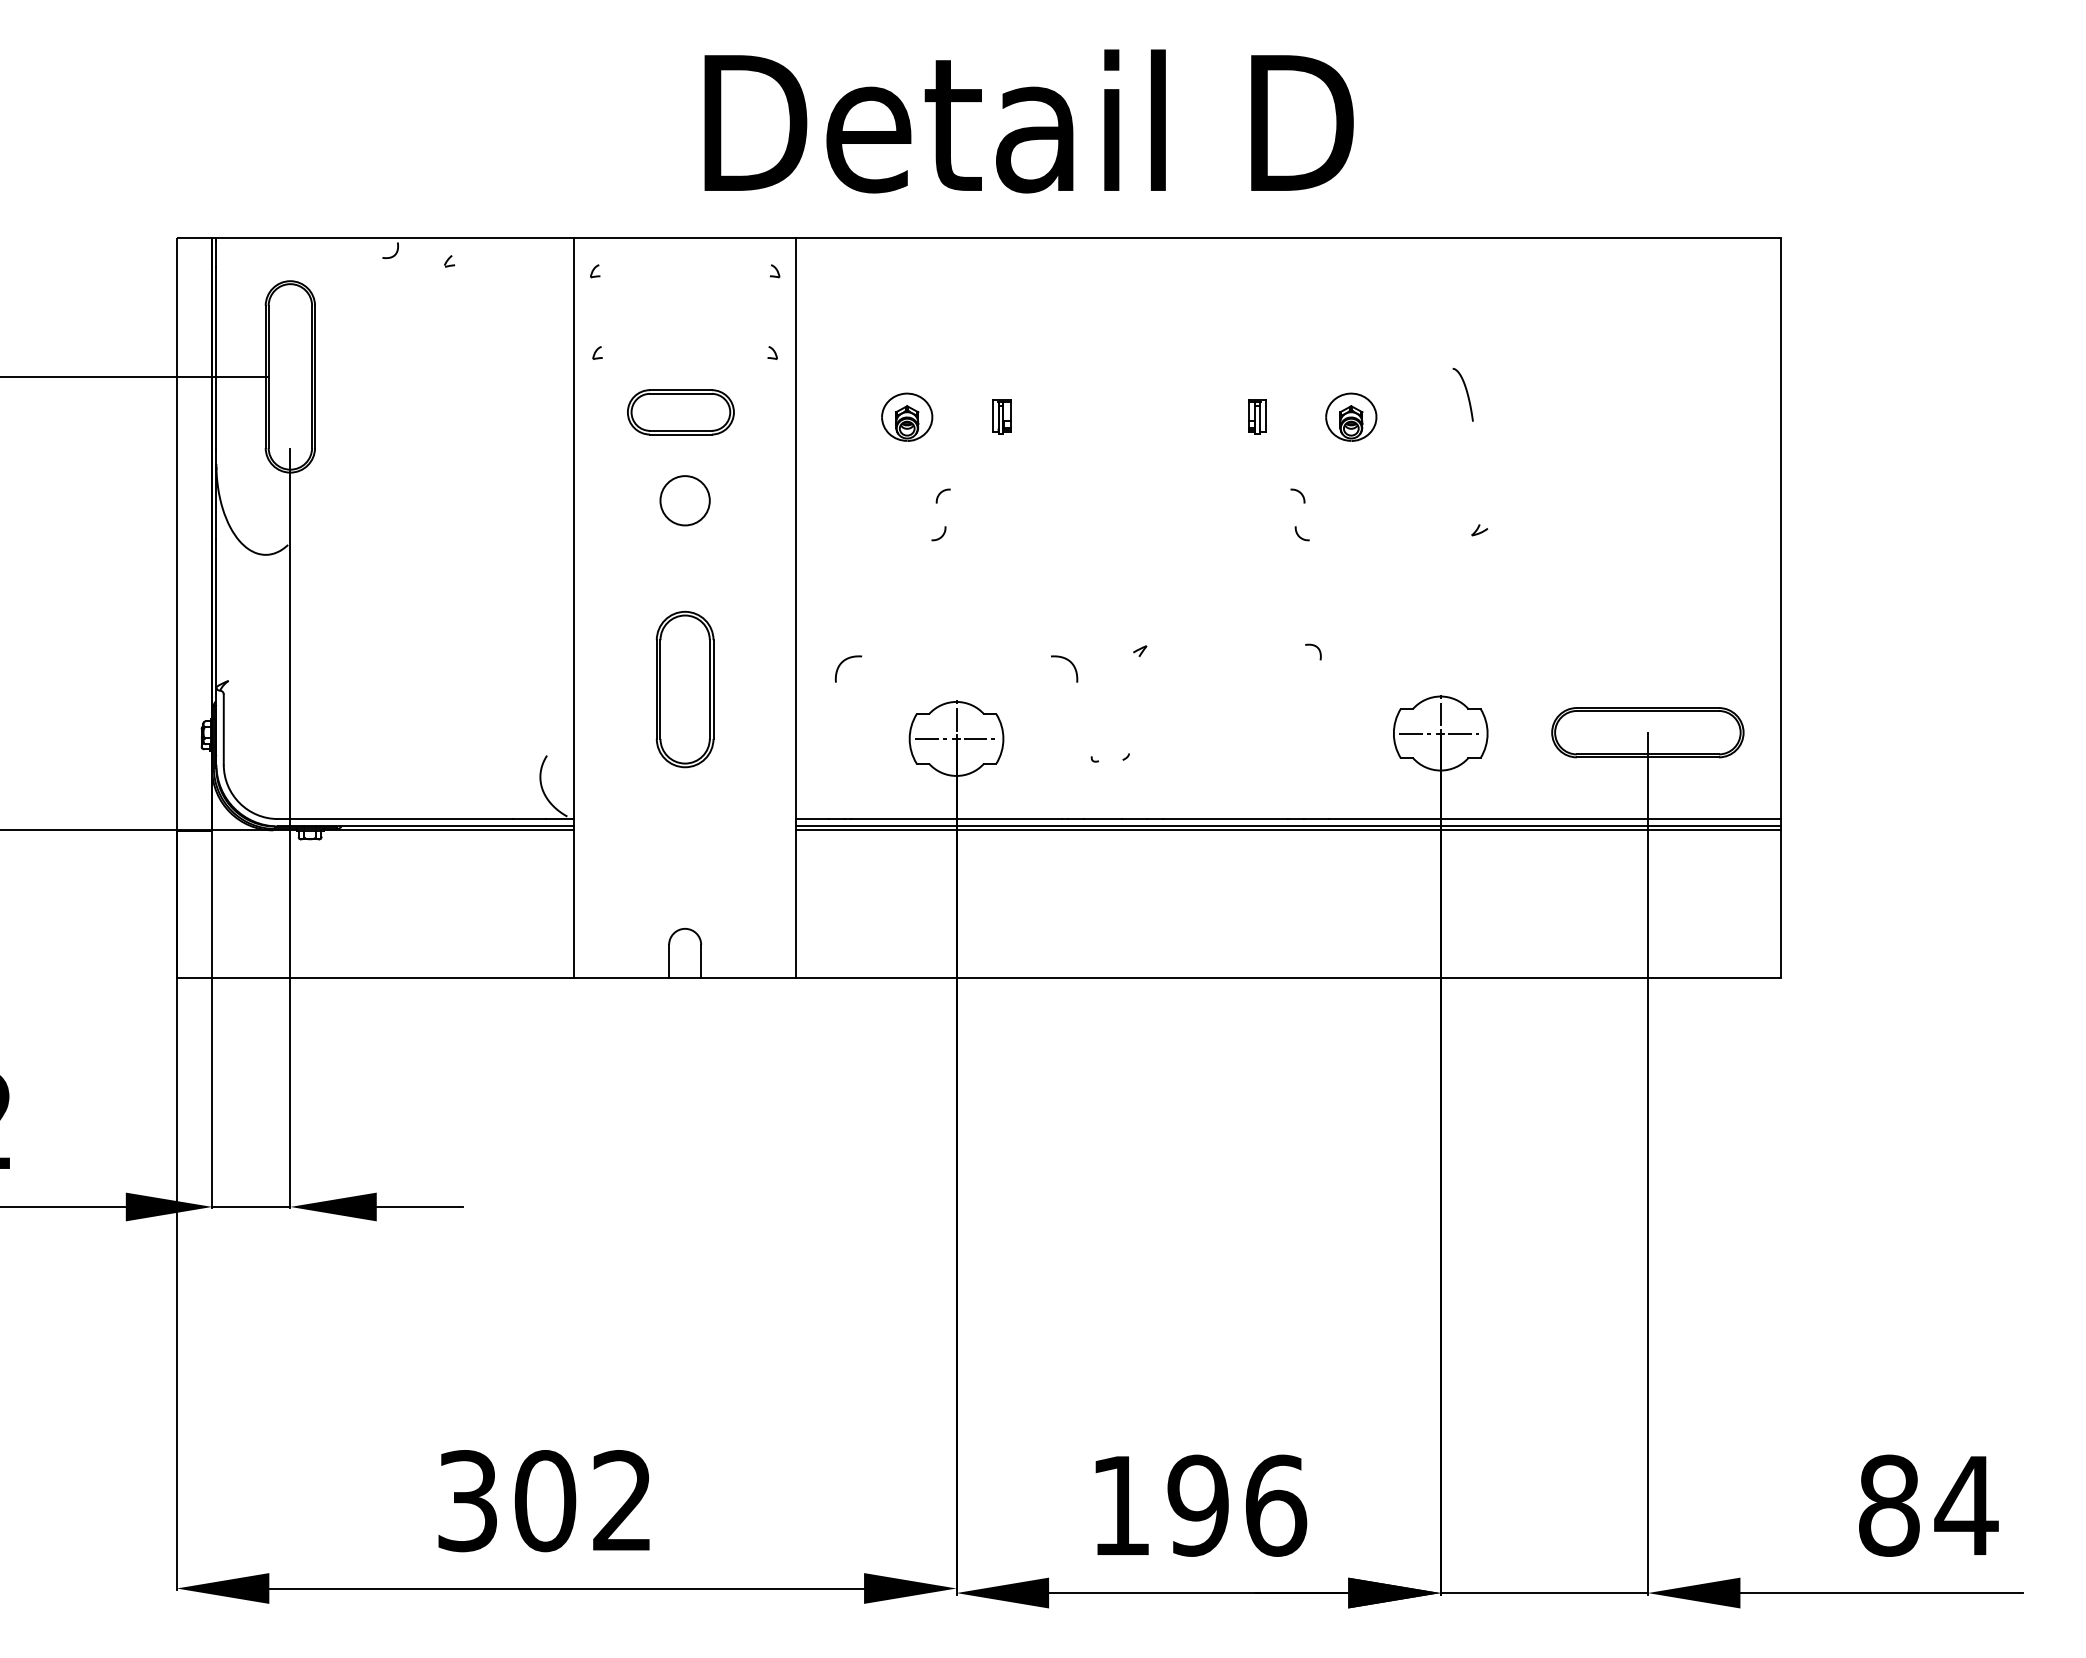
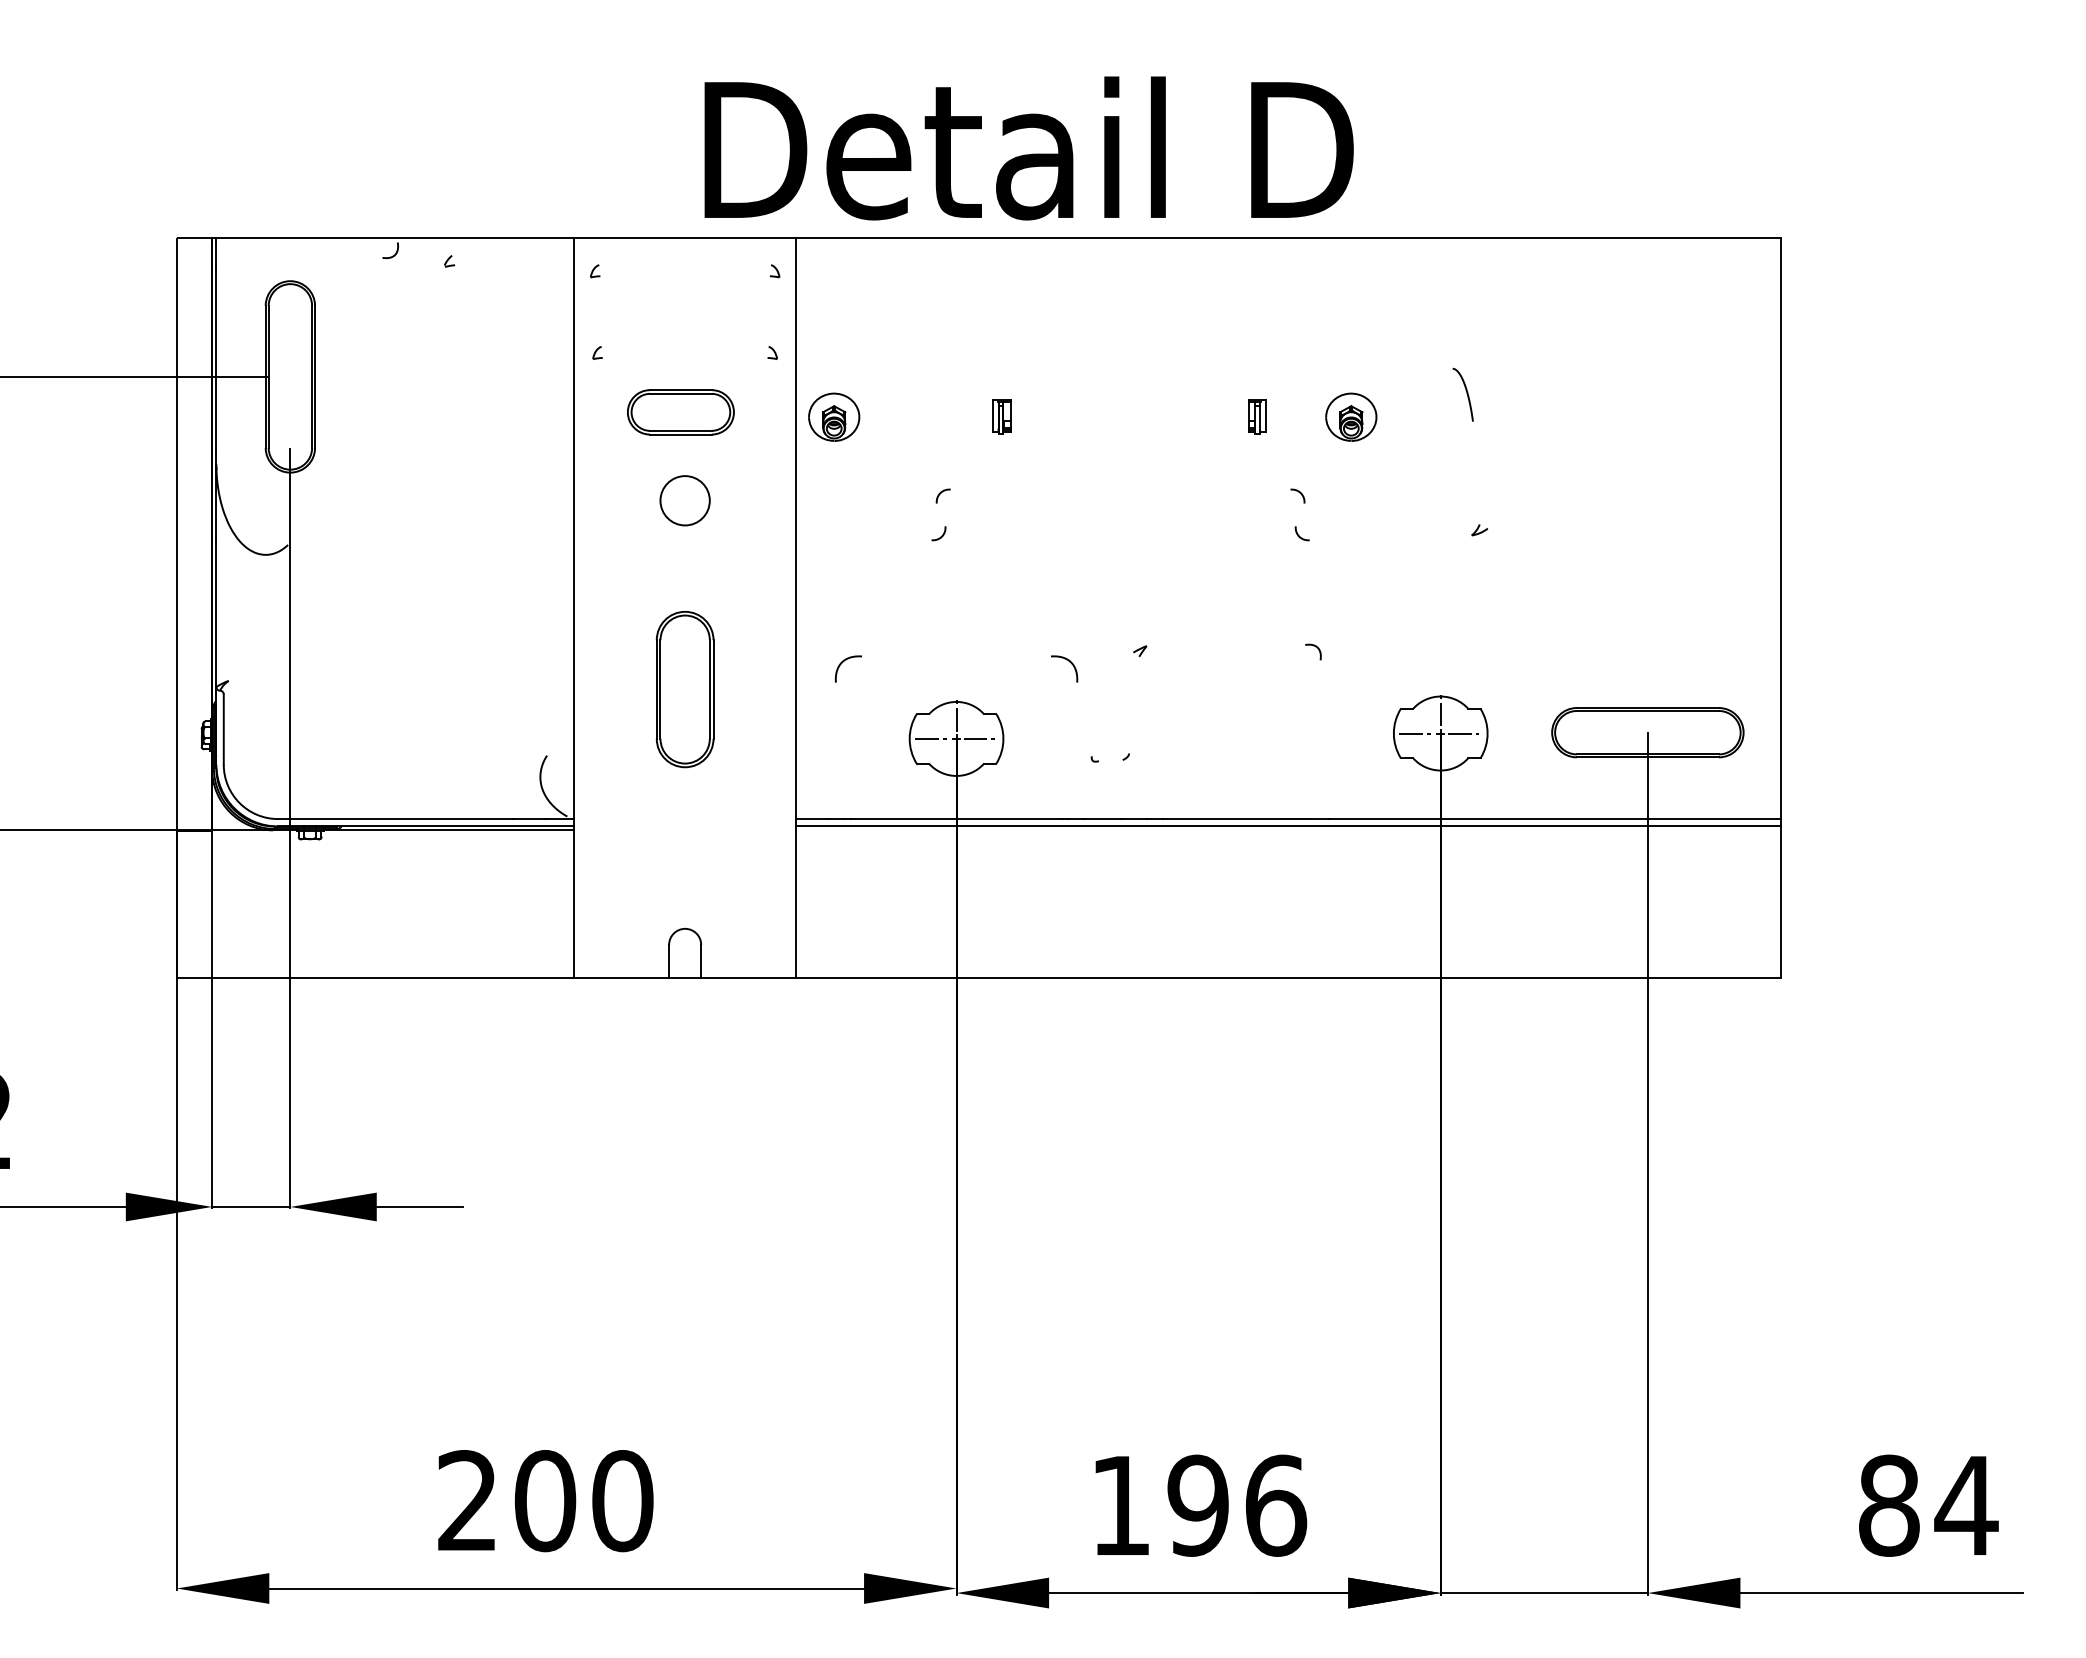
text at (1028, 121) position: (1028, 121) -> (1028, 148)
part at (907, 416) position: (907, 416) -> (834, 416)
line at (1288, 830): present -> none
text at (545, 1501): 302 -> 200
